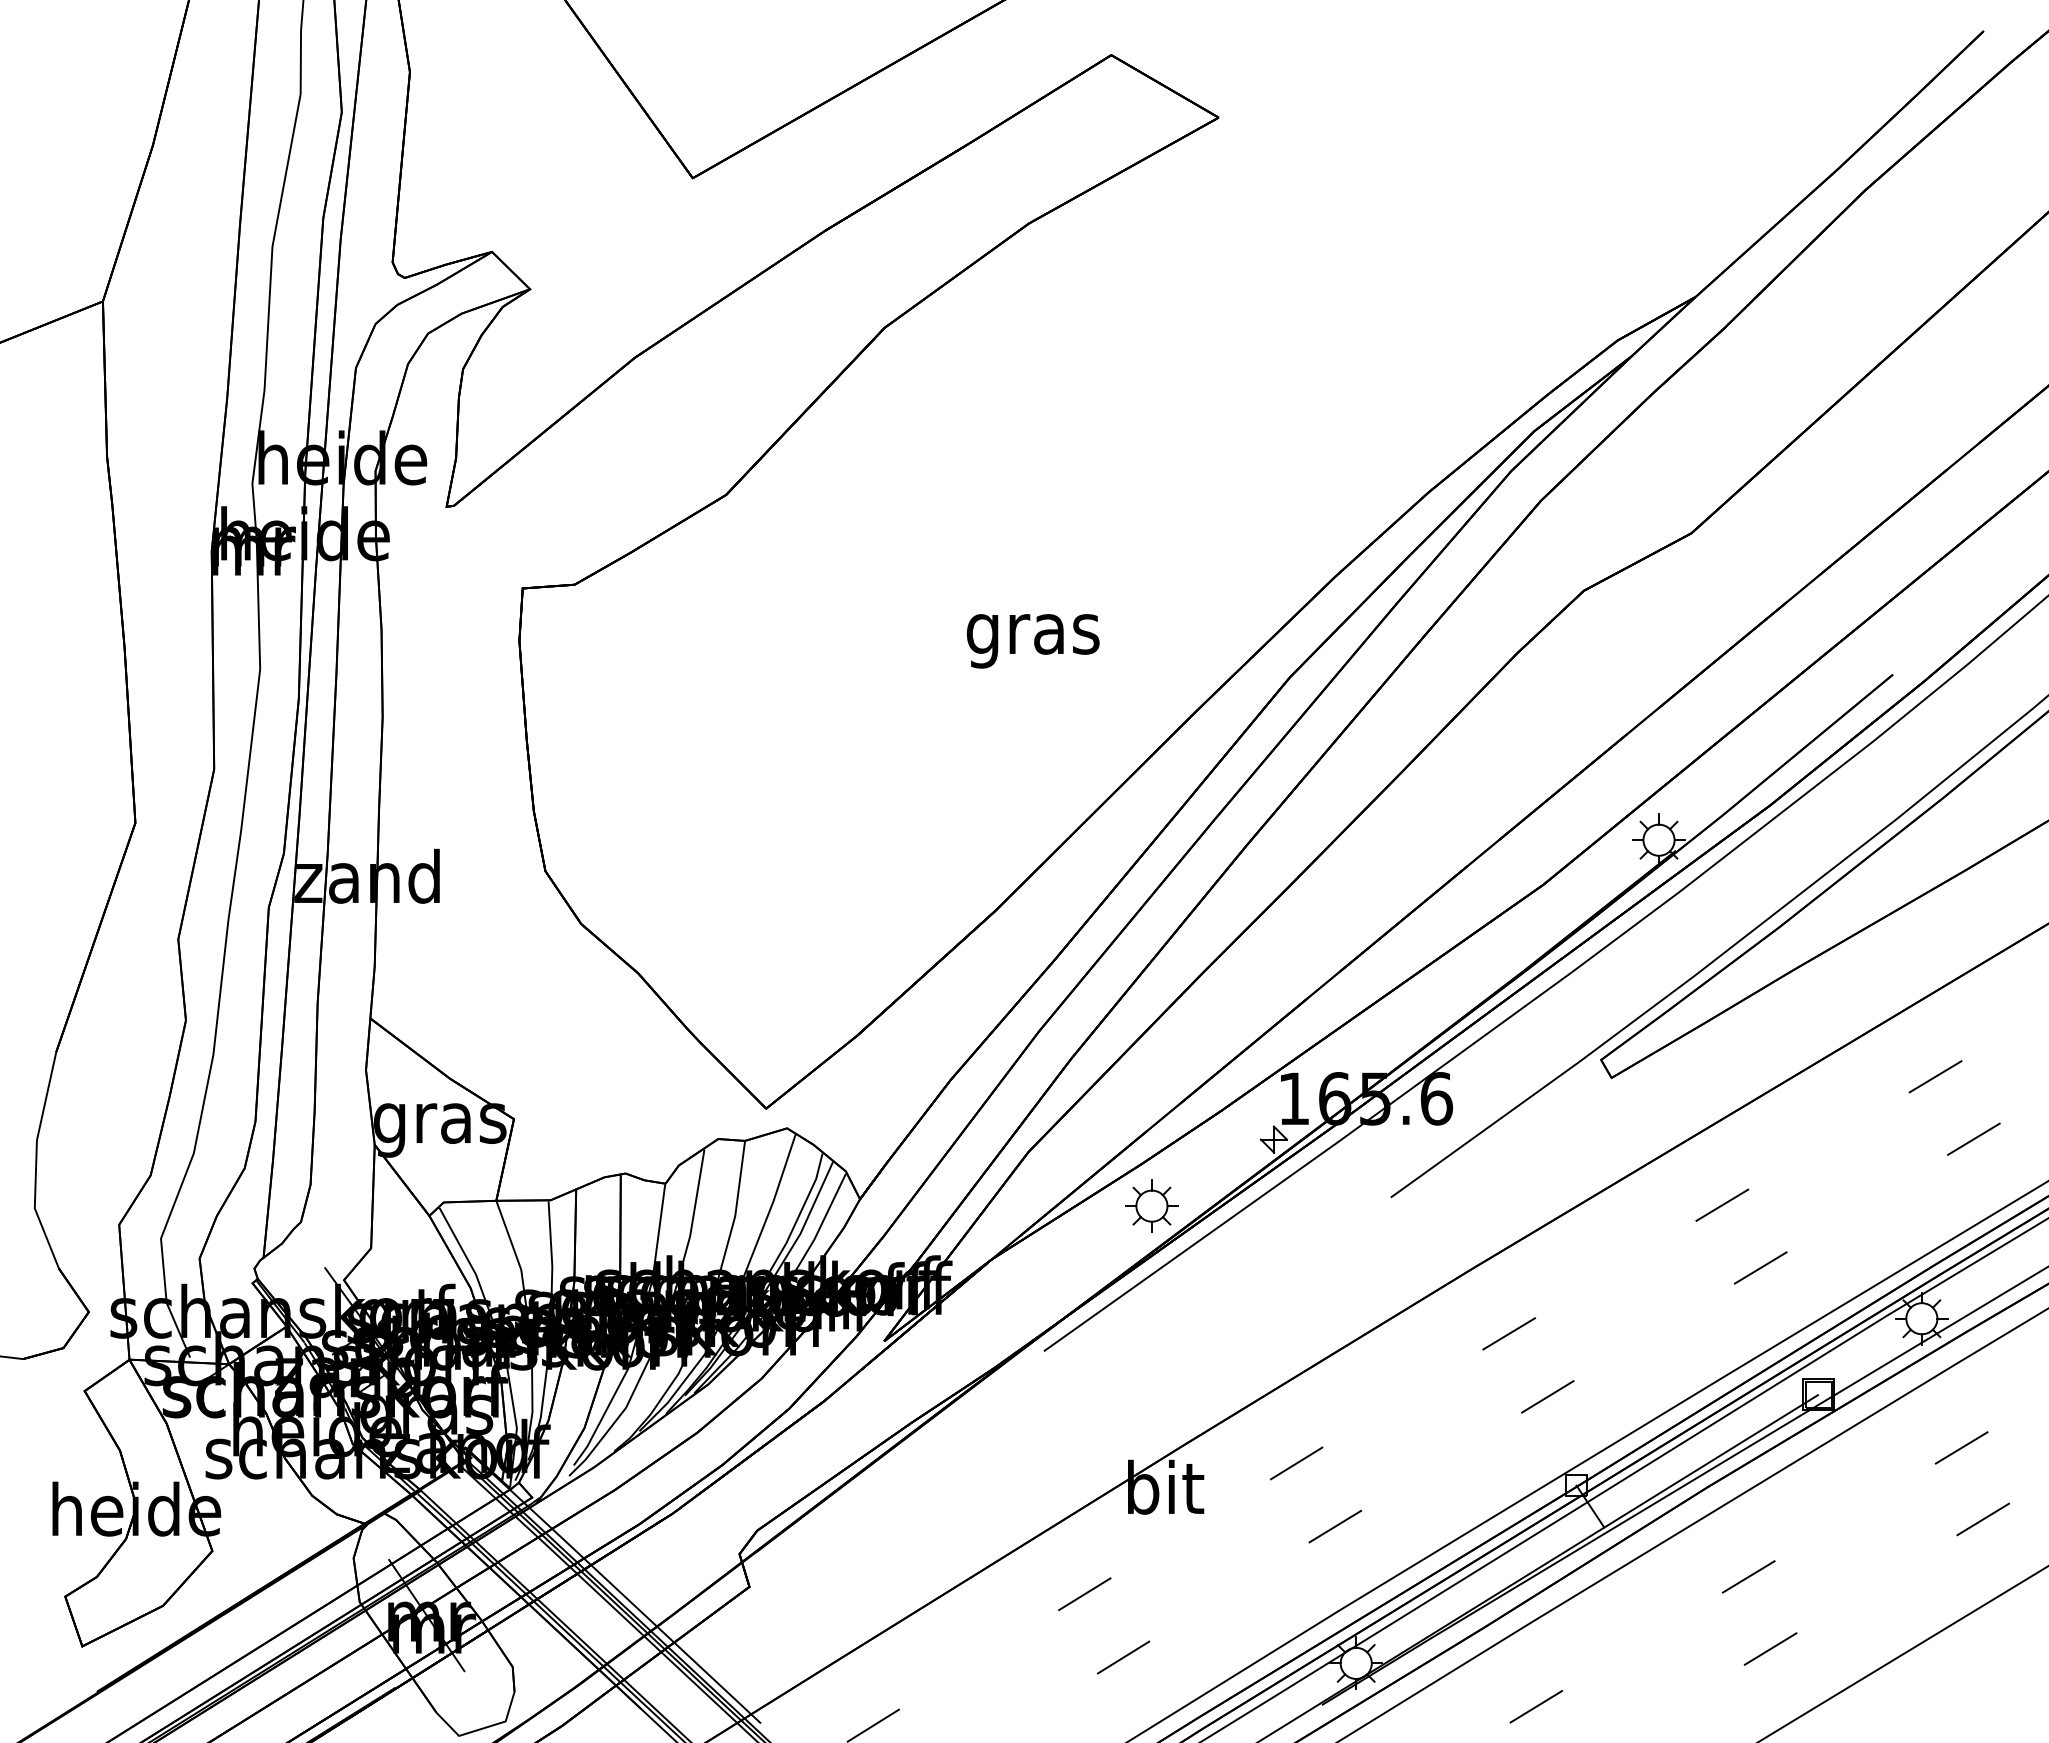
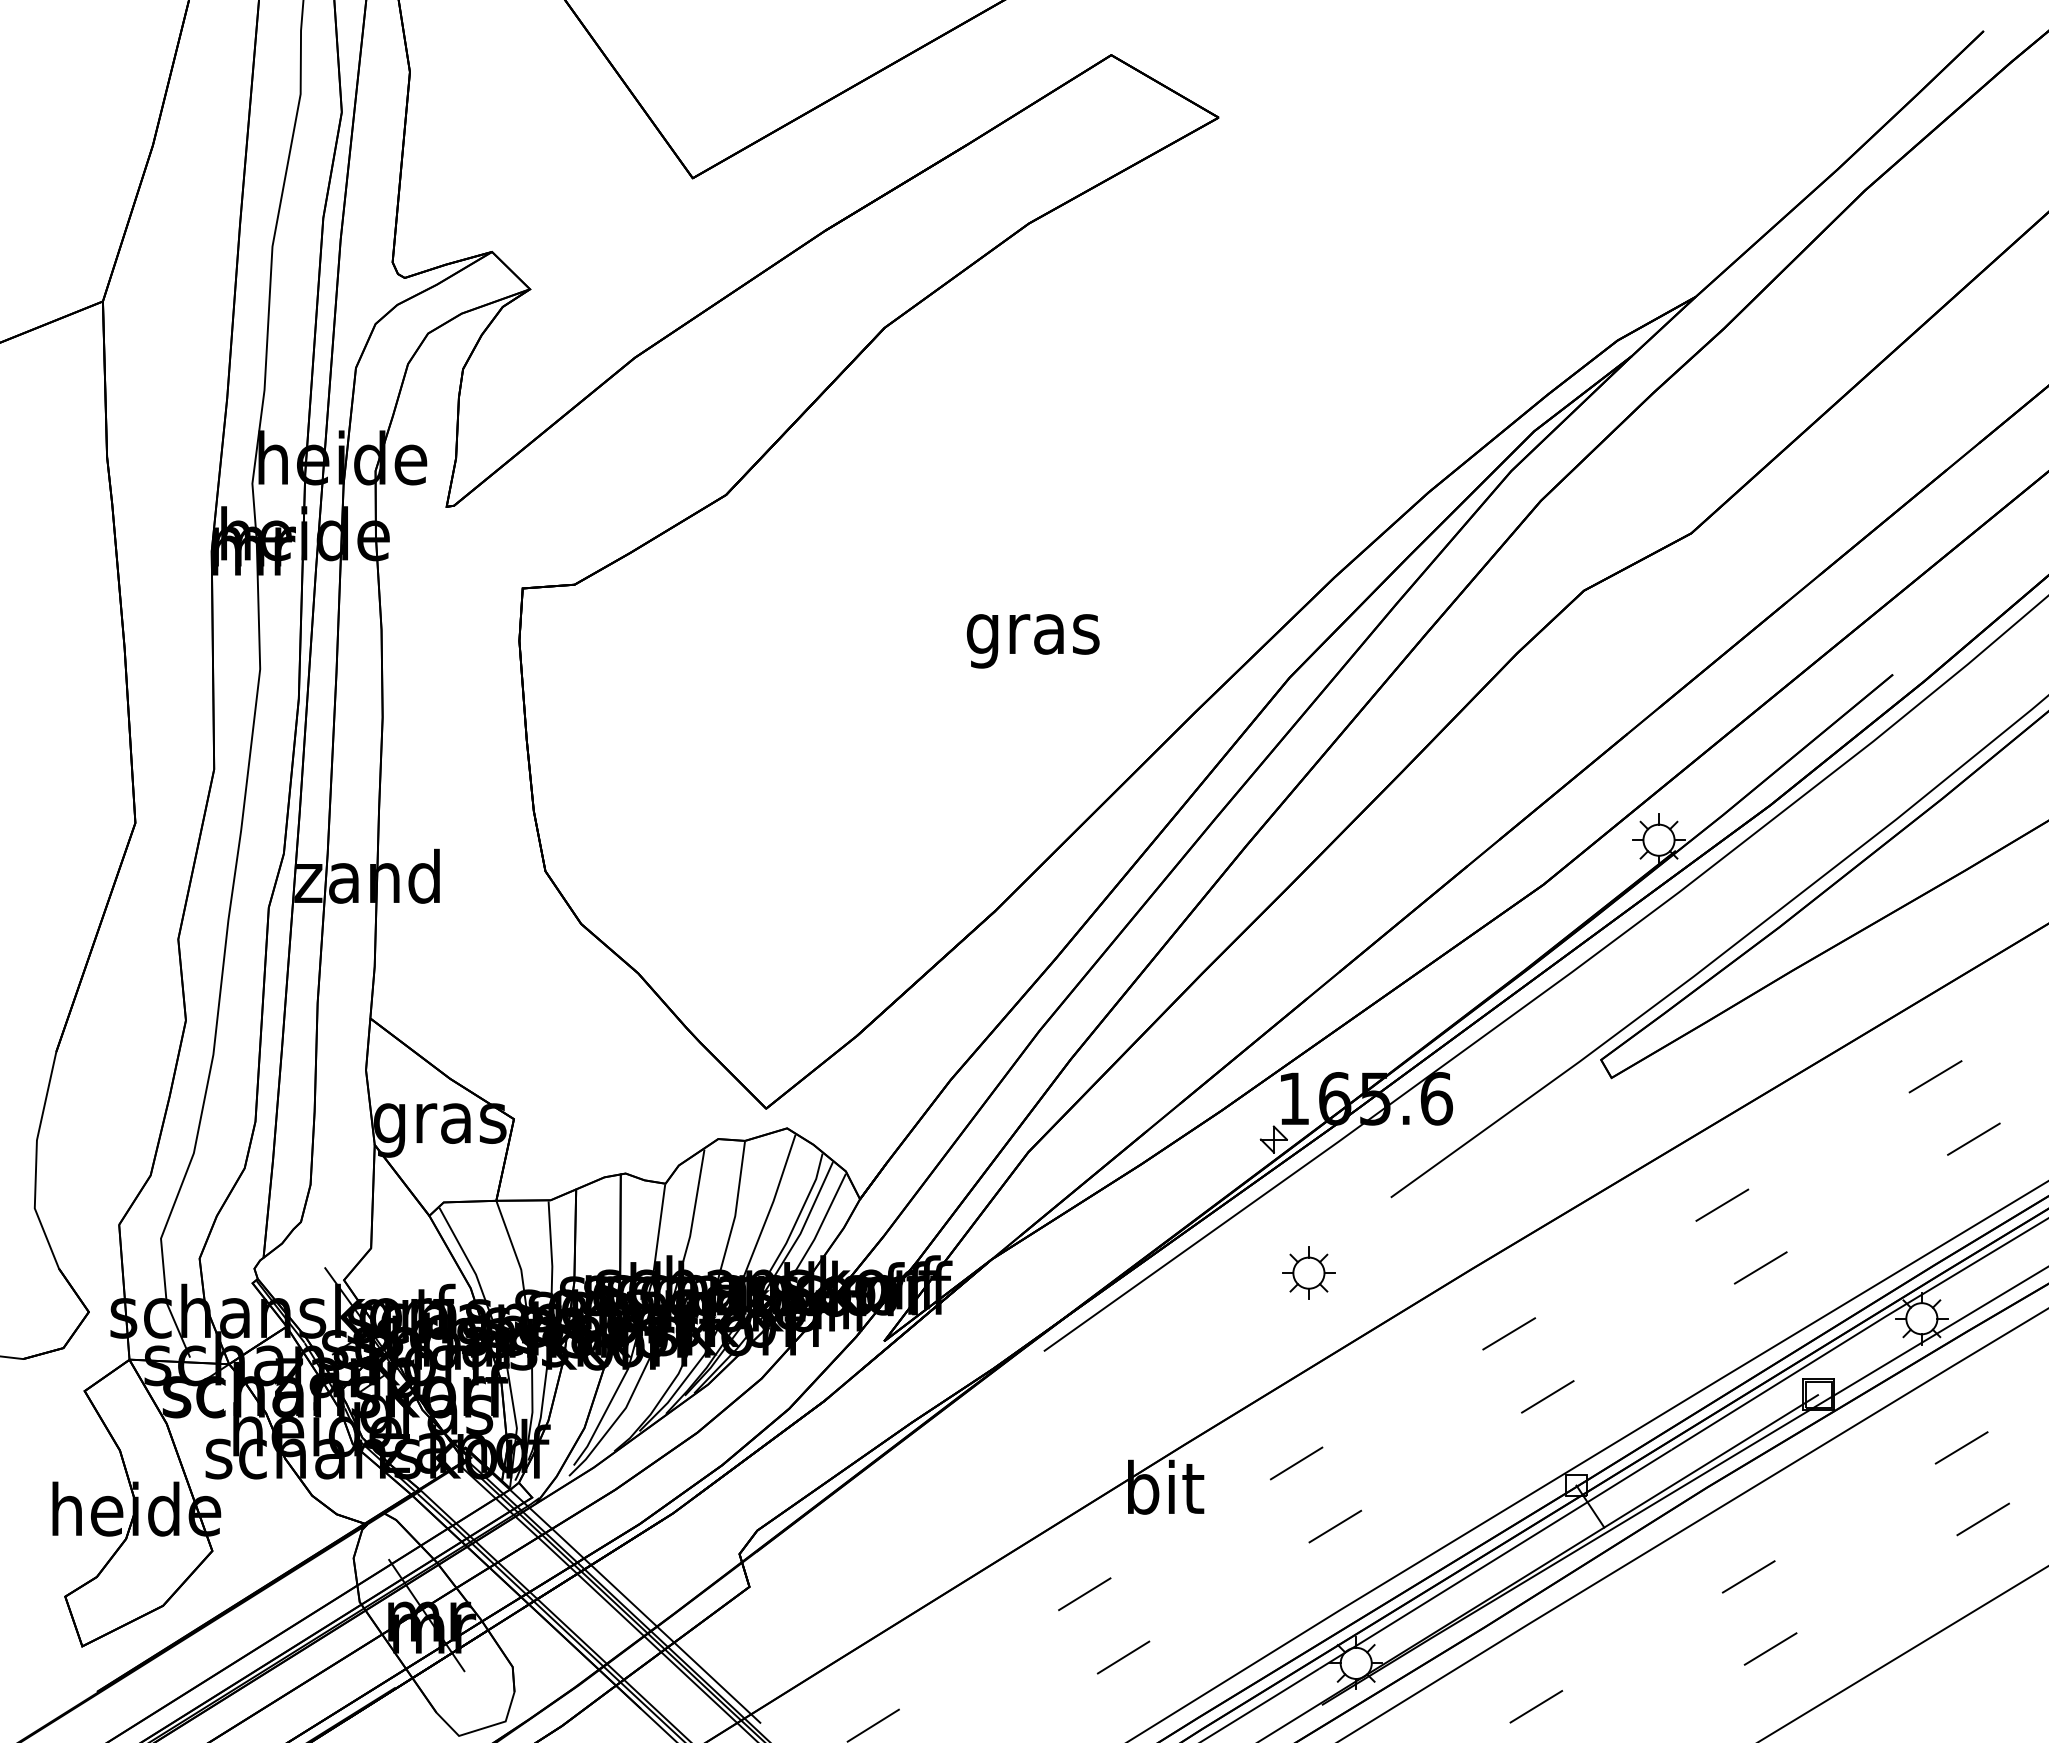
part at (1151, 1205) position: (1151, 1205) -> (1308, 1272)
